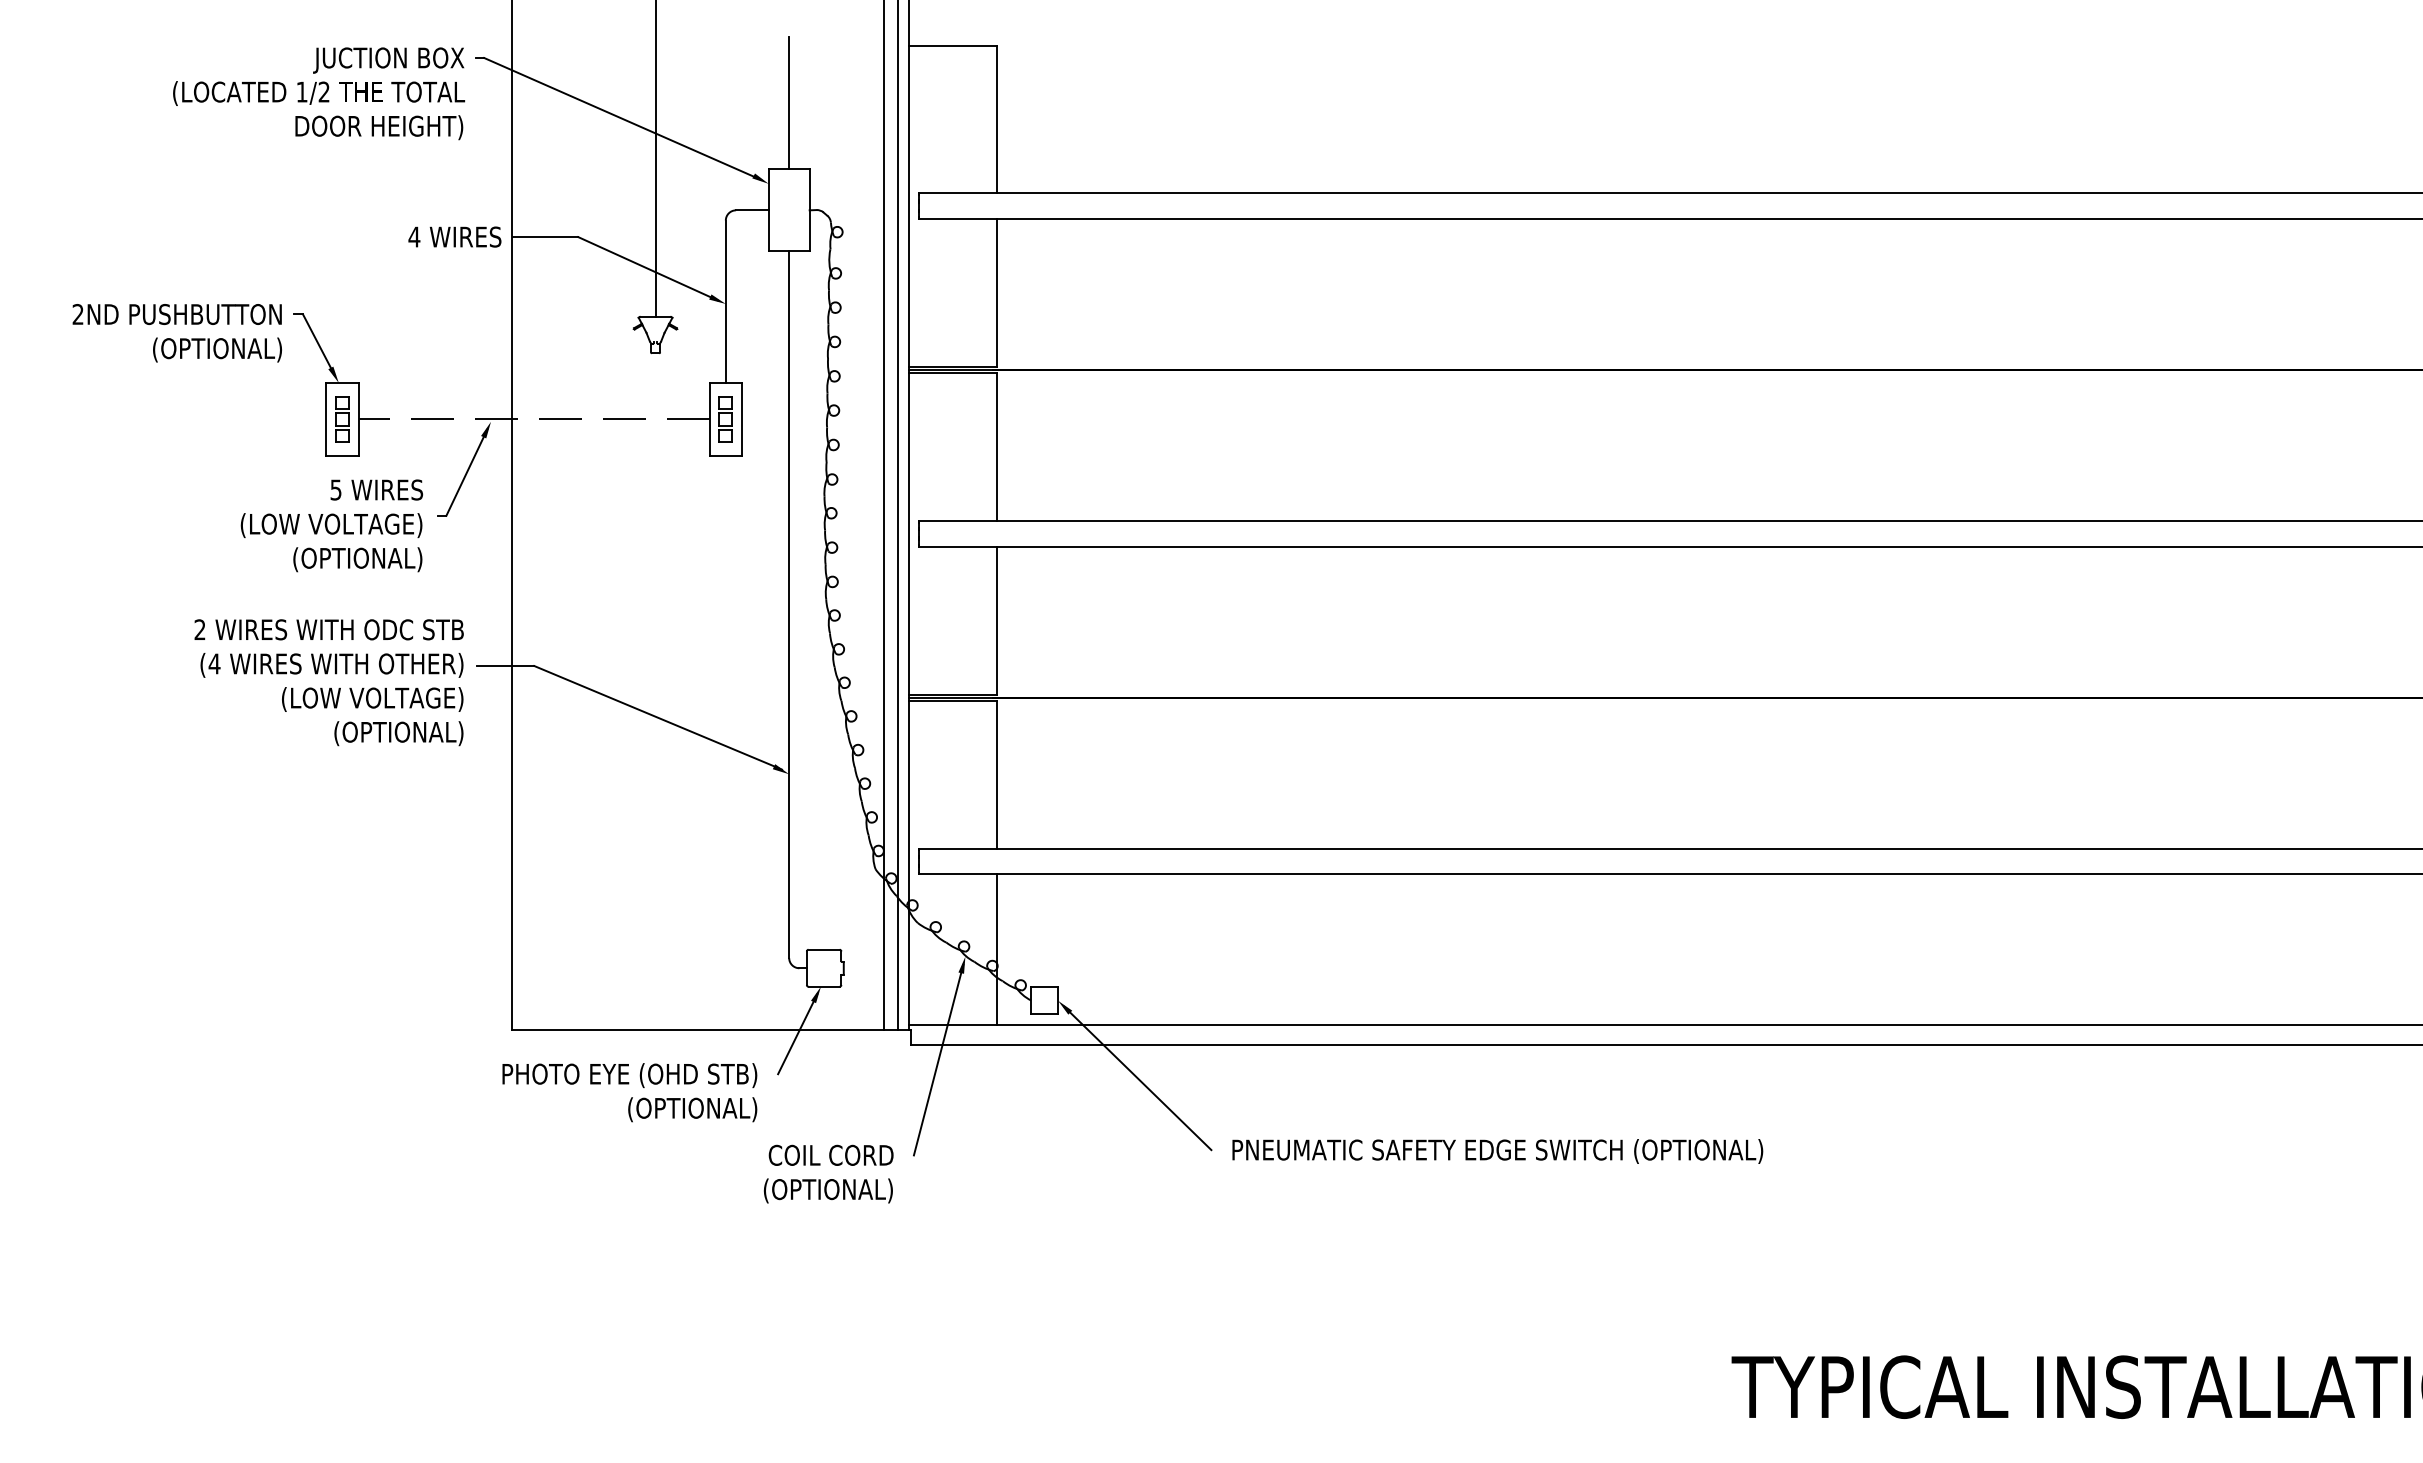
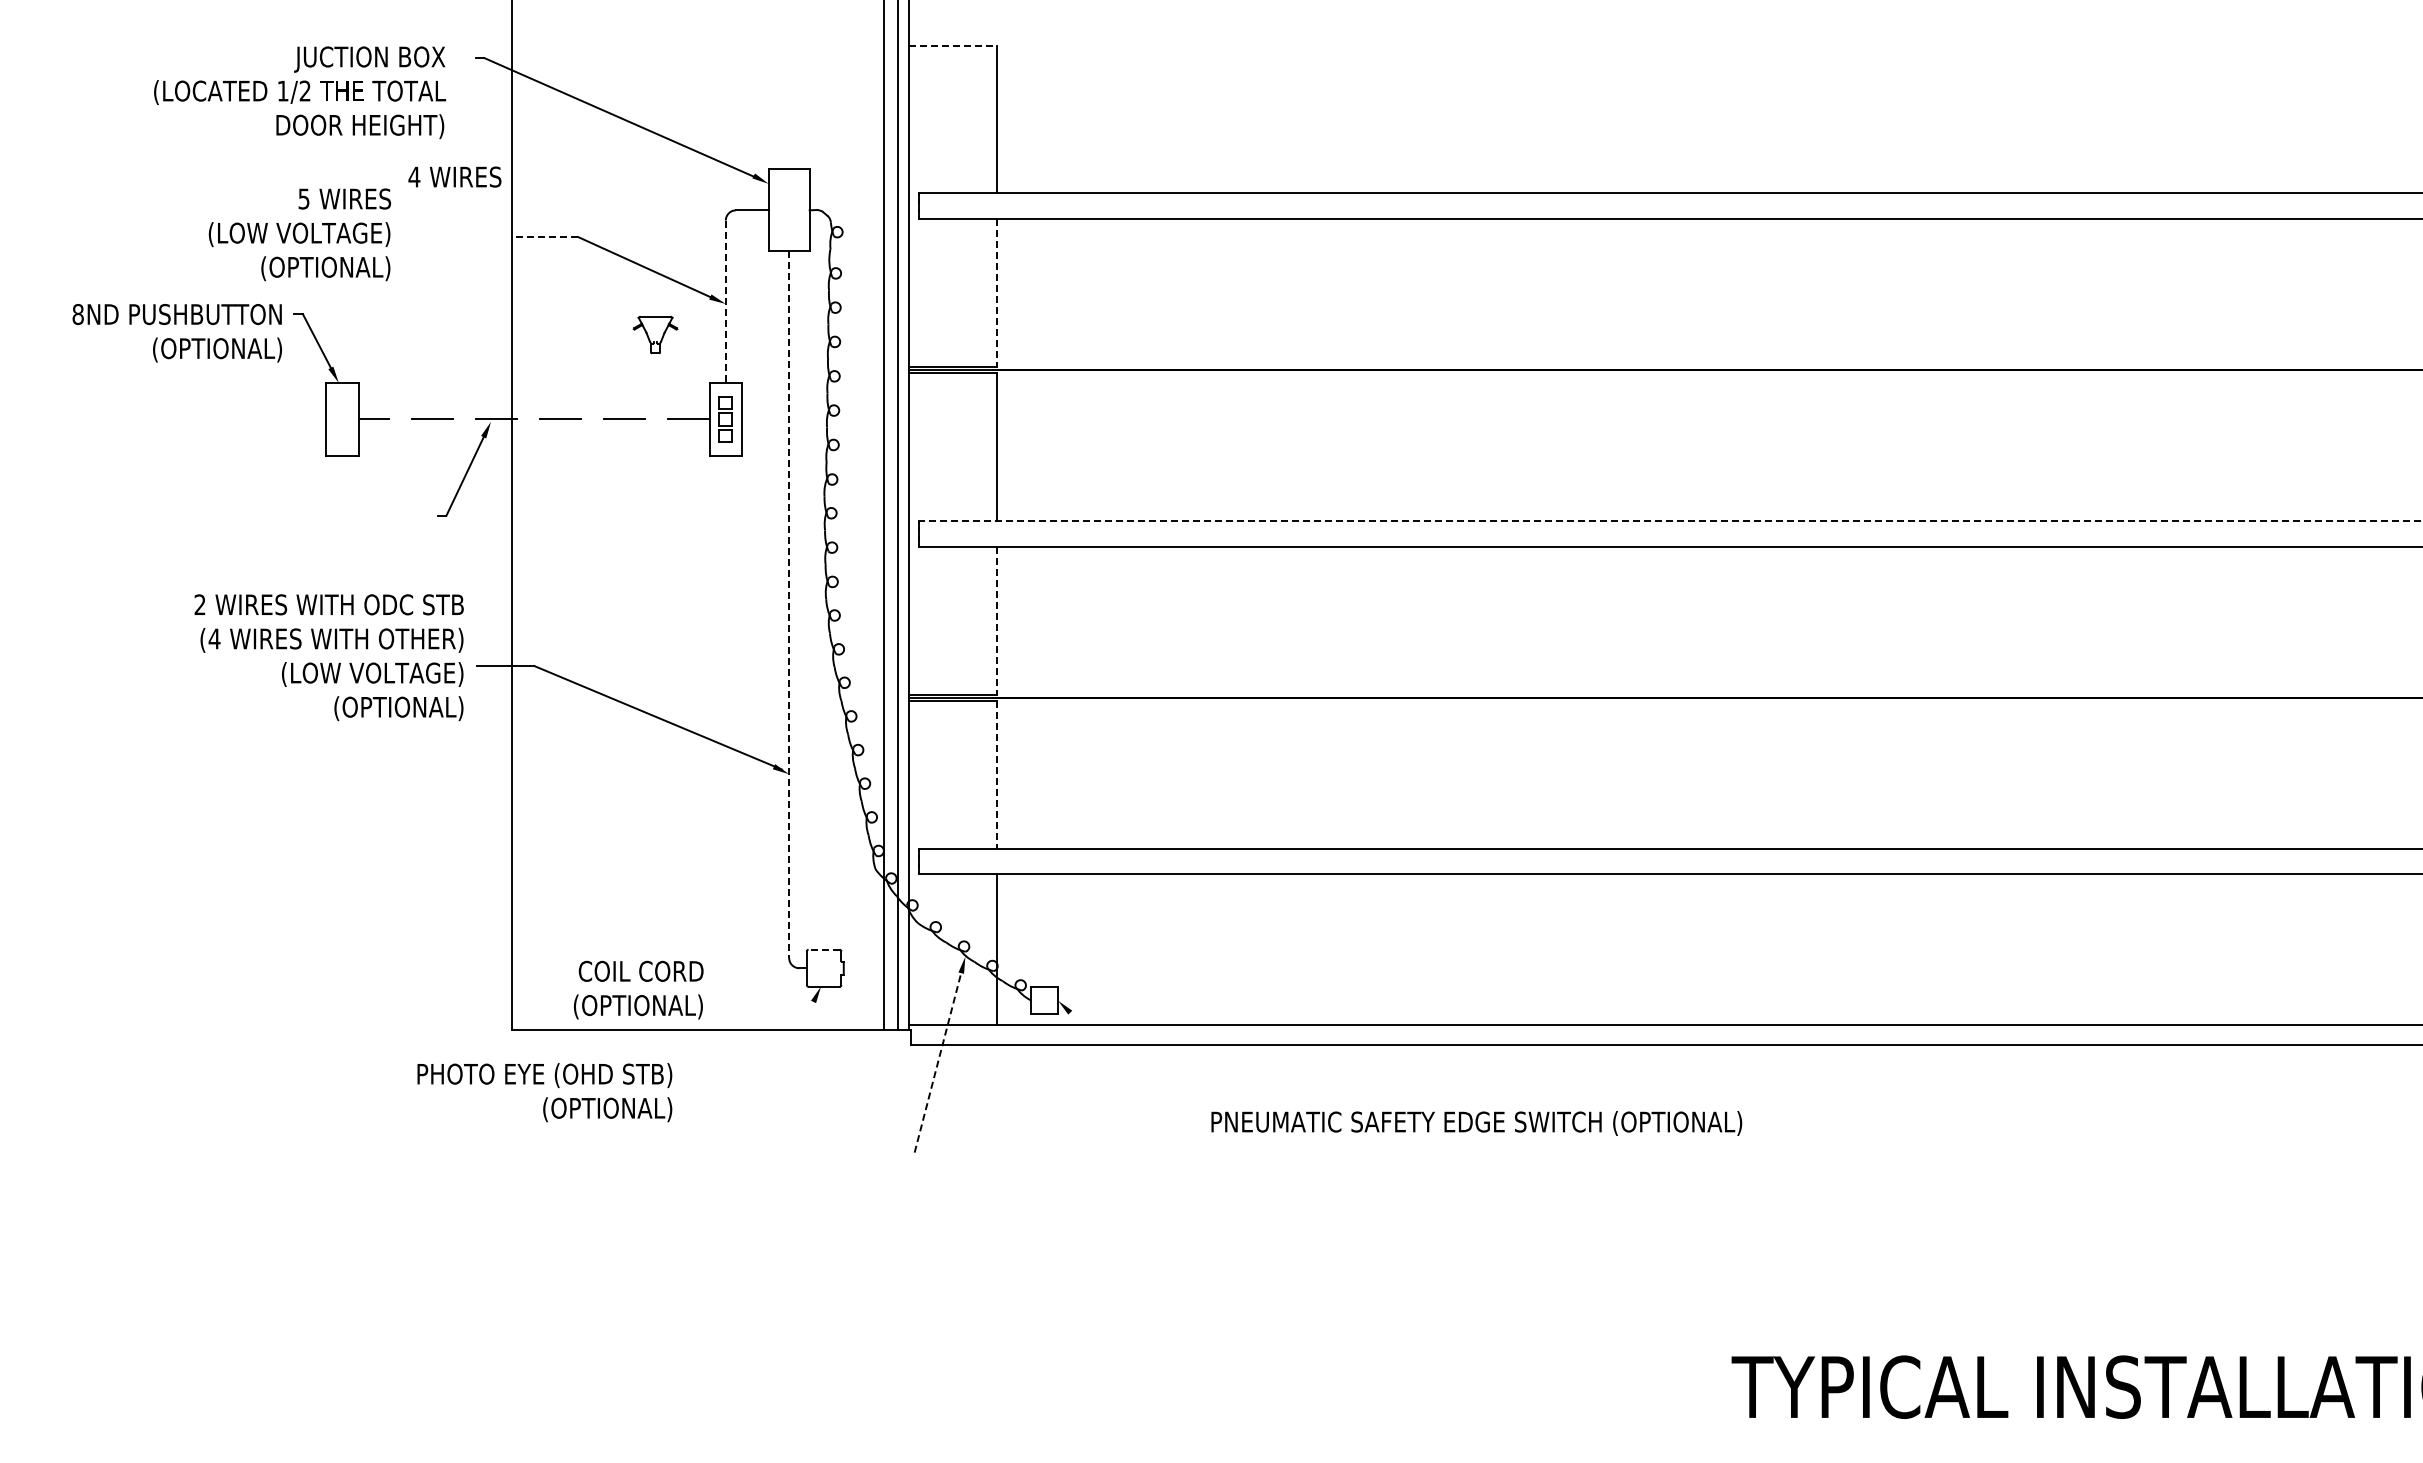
line at (953, 45): solid -> dashed
text at (319, 93) position: (319, 93) -> (300, 92)
line at (789, 102): present -> none
line at (655, 159): present -> none
text at (454, 236) position: (454, 236) -> (454, 176)
line at (545, 237): solid -> dashed
line at (997, 293): solid -> dashed
line at (725, 302): solid -> dashed
text at (77, 314): 2ND -> 8ND
part at (342, 419): present -> none
line at (1671, 521): solid -> dashed
text at (331, 525) position: (331, 525) -> (299, 234)
line at (789, 605): solid -> dashed
line at (997, 620): solid -> dashed
text at (328, 682) position: (328, 682) -> (328, 657)
line at (997, 774): solid -> dashed
line at (824, 949): solid -> dashed
line at (797, 1034): present -> none
line at (938, 1060): solid -> dashed
line at (1137, 1078): present -> none
text at (629, 1092) position: (629, 1092) -> (544, 1092)
text at (1497, 1151) position: (1497, 1151) -> (1476, 1123)
text at (828, 1173) position: (828, 1173) -> (638, 989)
